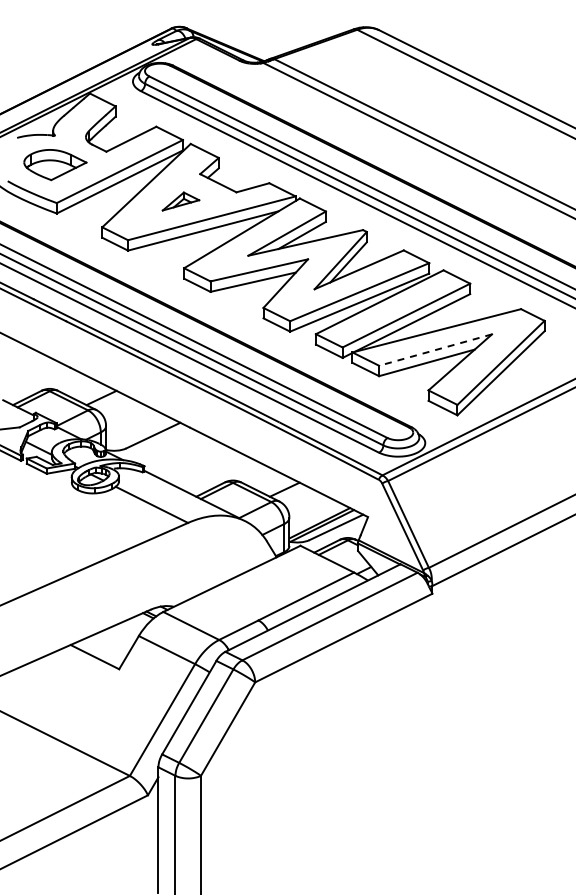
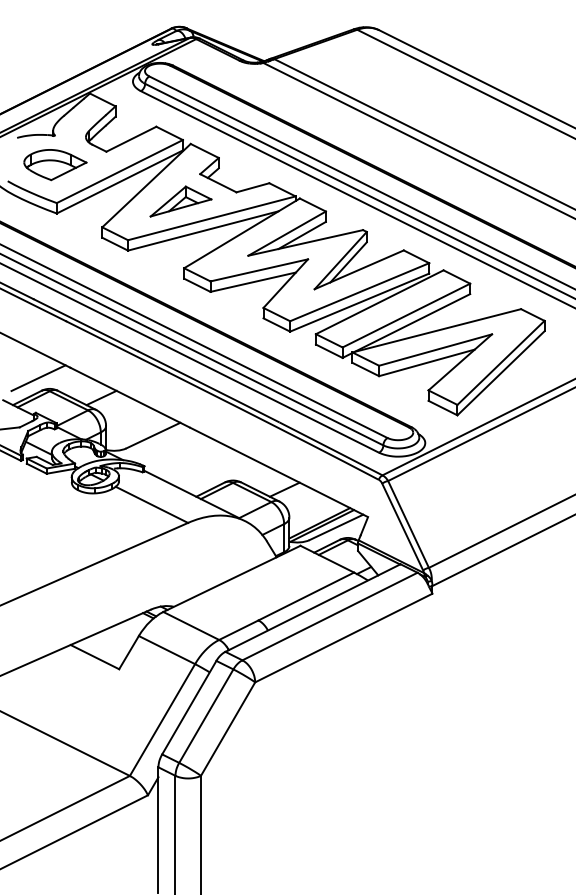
part at (180, 201) size: 40x21 px -> 64x33 px
line at (435, 350): dashed -> solid
line at (38, 378): none -> present
